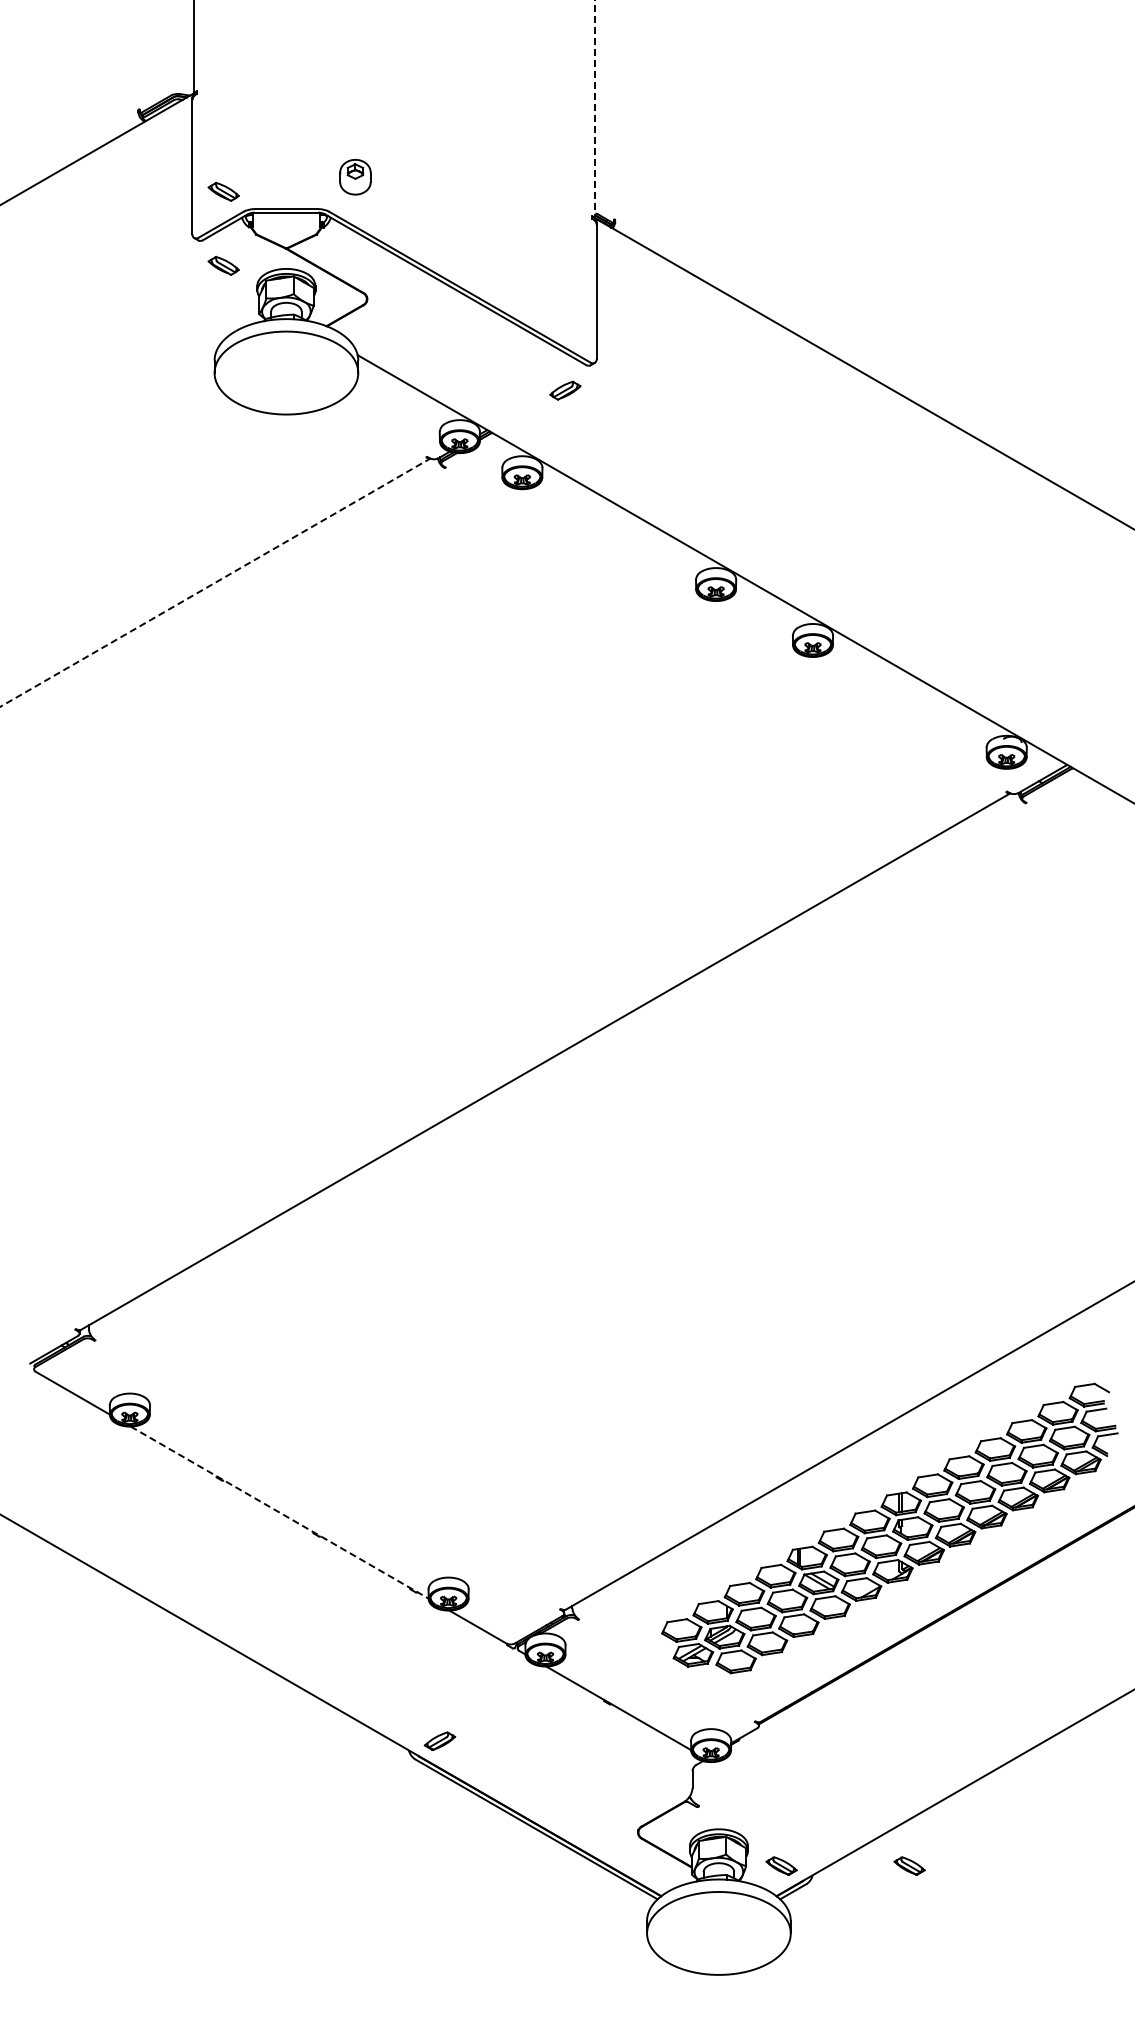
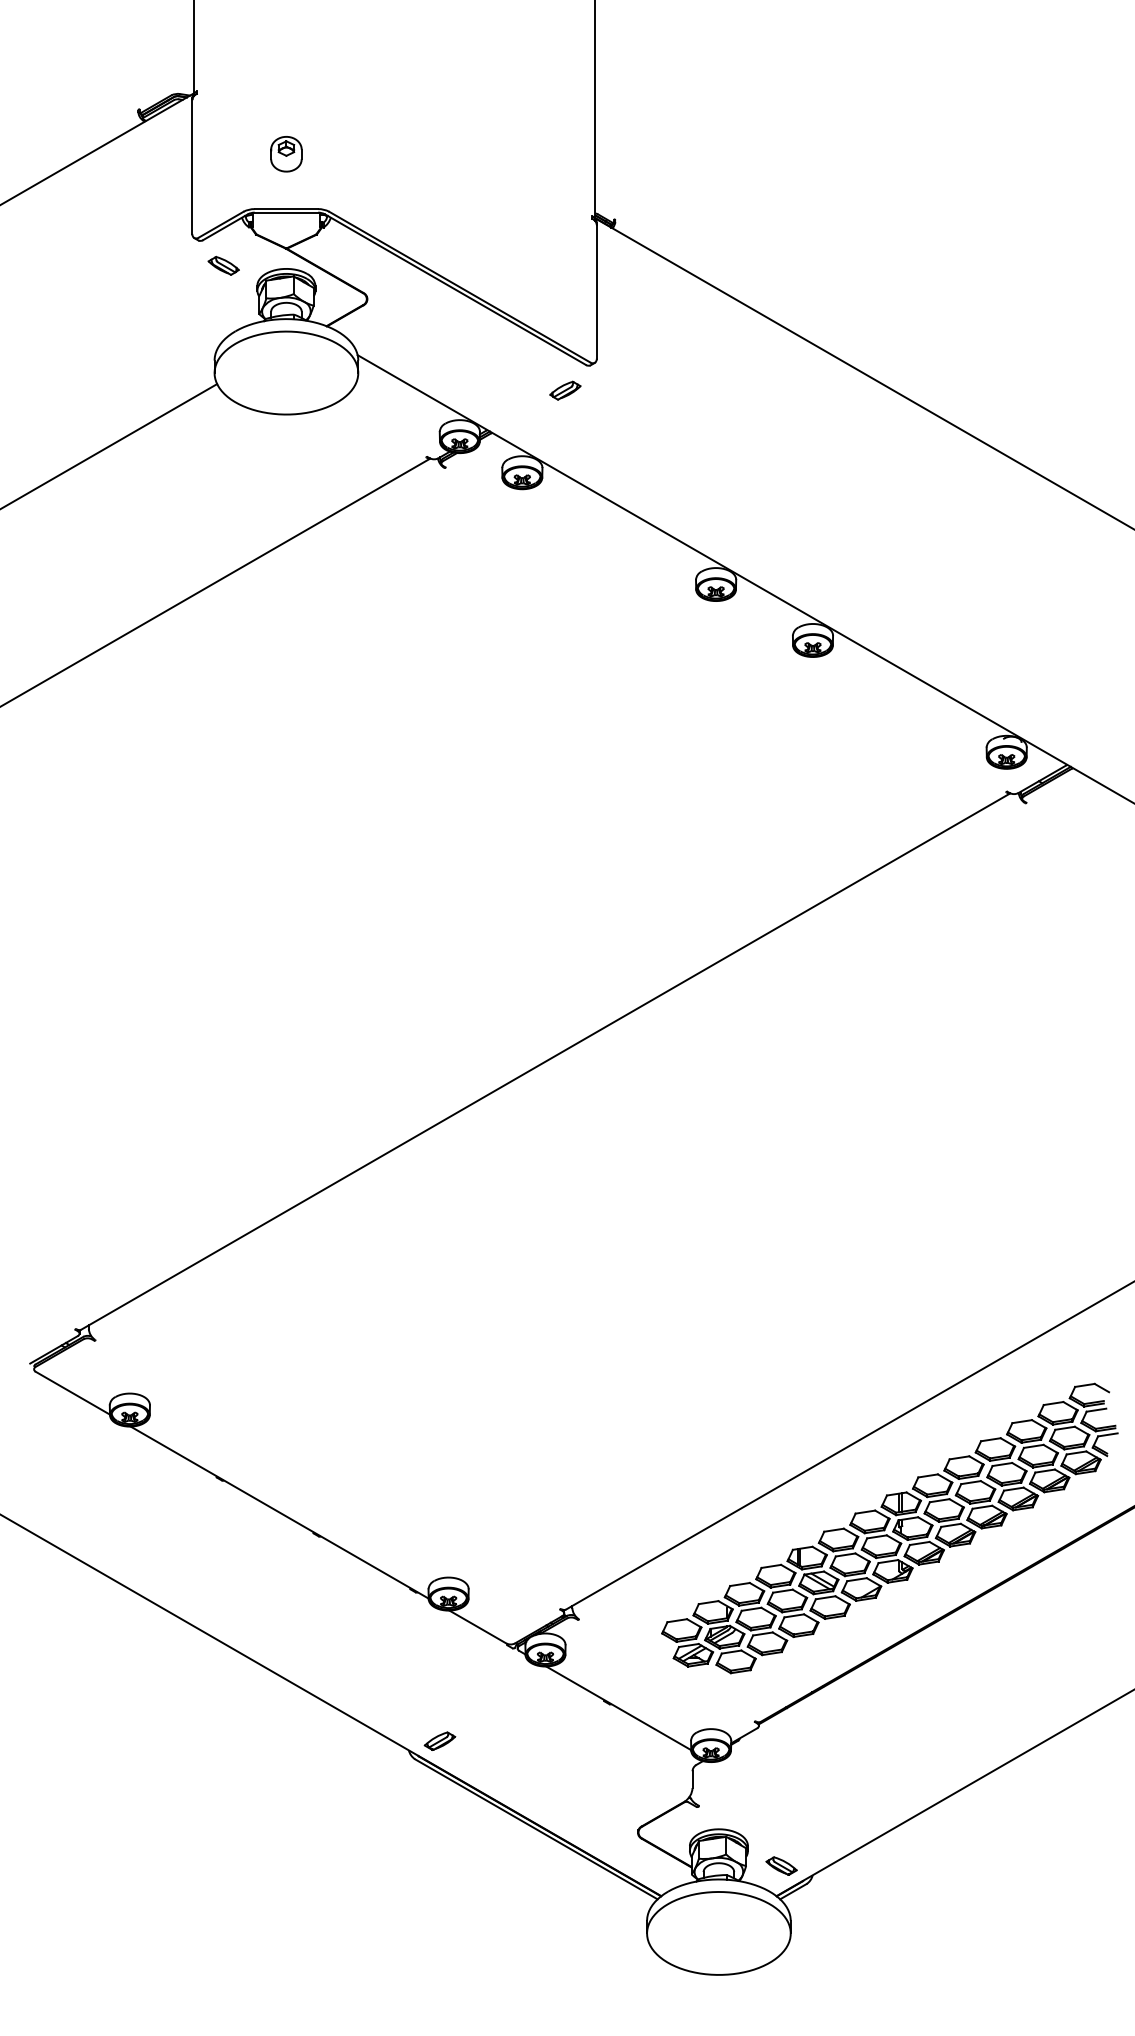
line at (595, 110): dashed -> solid
part at (355, 177) position: (355, 177) -> (286, 154)
part at (223, 191): present -> none
line at (109, 446): none -> present
line at (215, 582): dashed -> solid
line at (280, 1512): dashed -> solid
part at (909, 1865): present -> none
